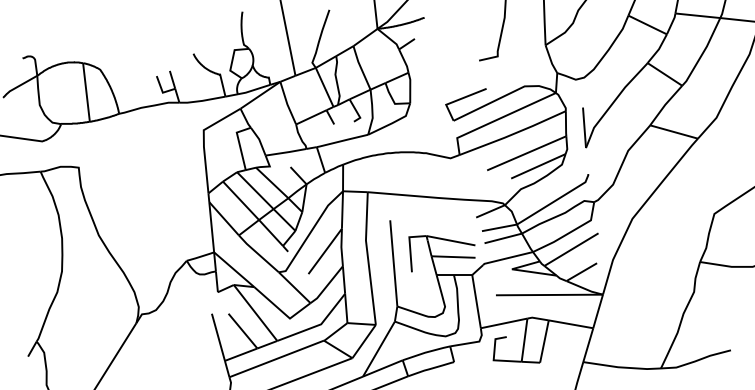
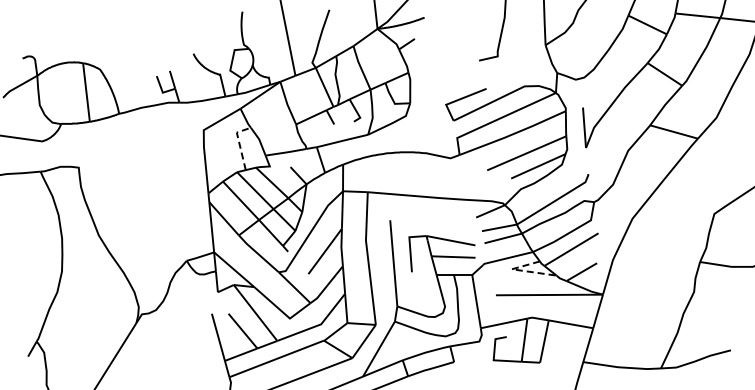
line at (239, 143): solid -> dashed
line at (519, 270): solid -> dashed
